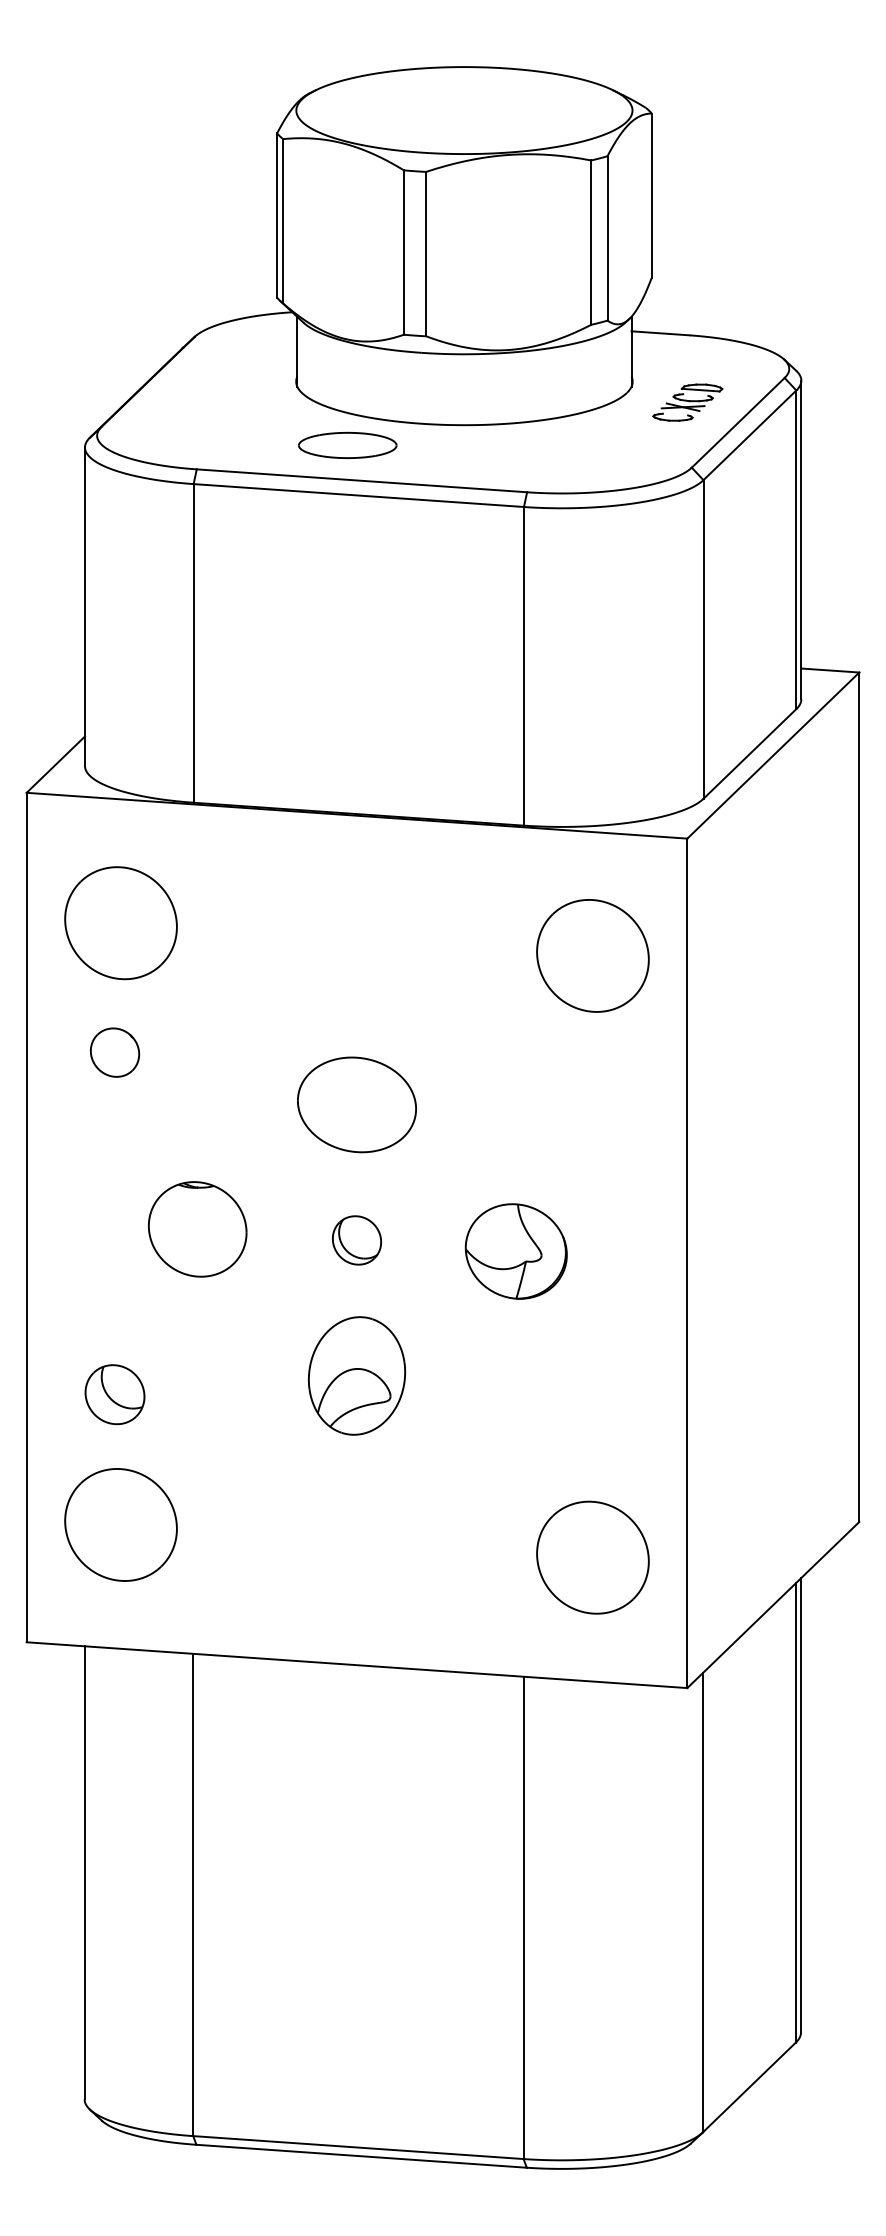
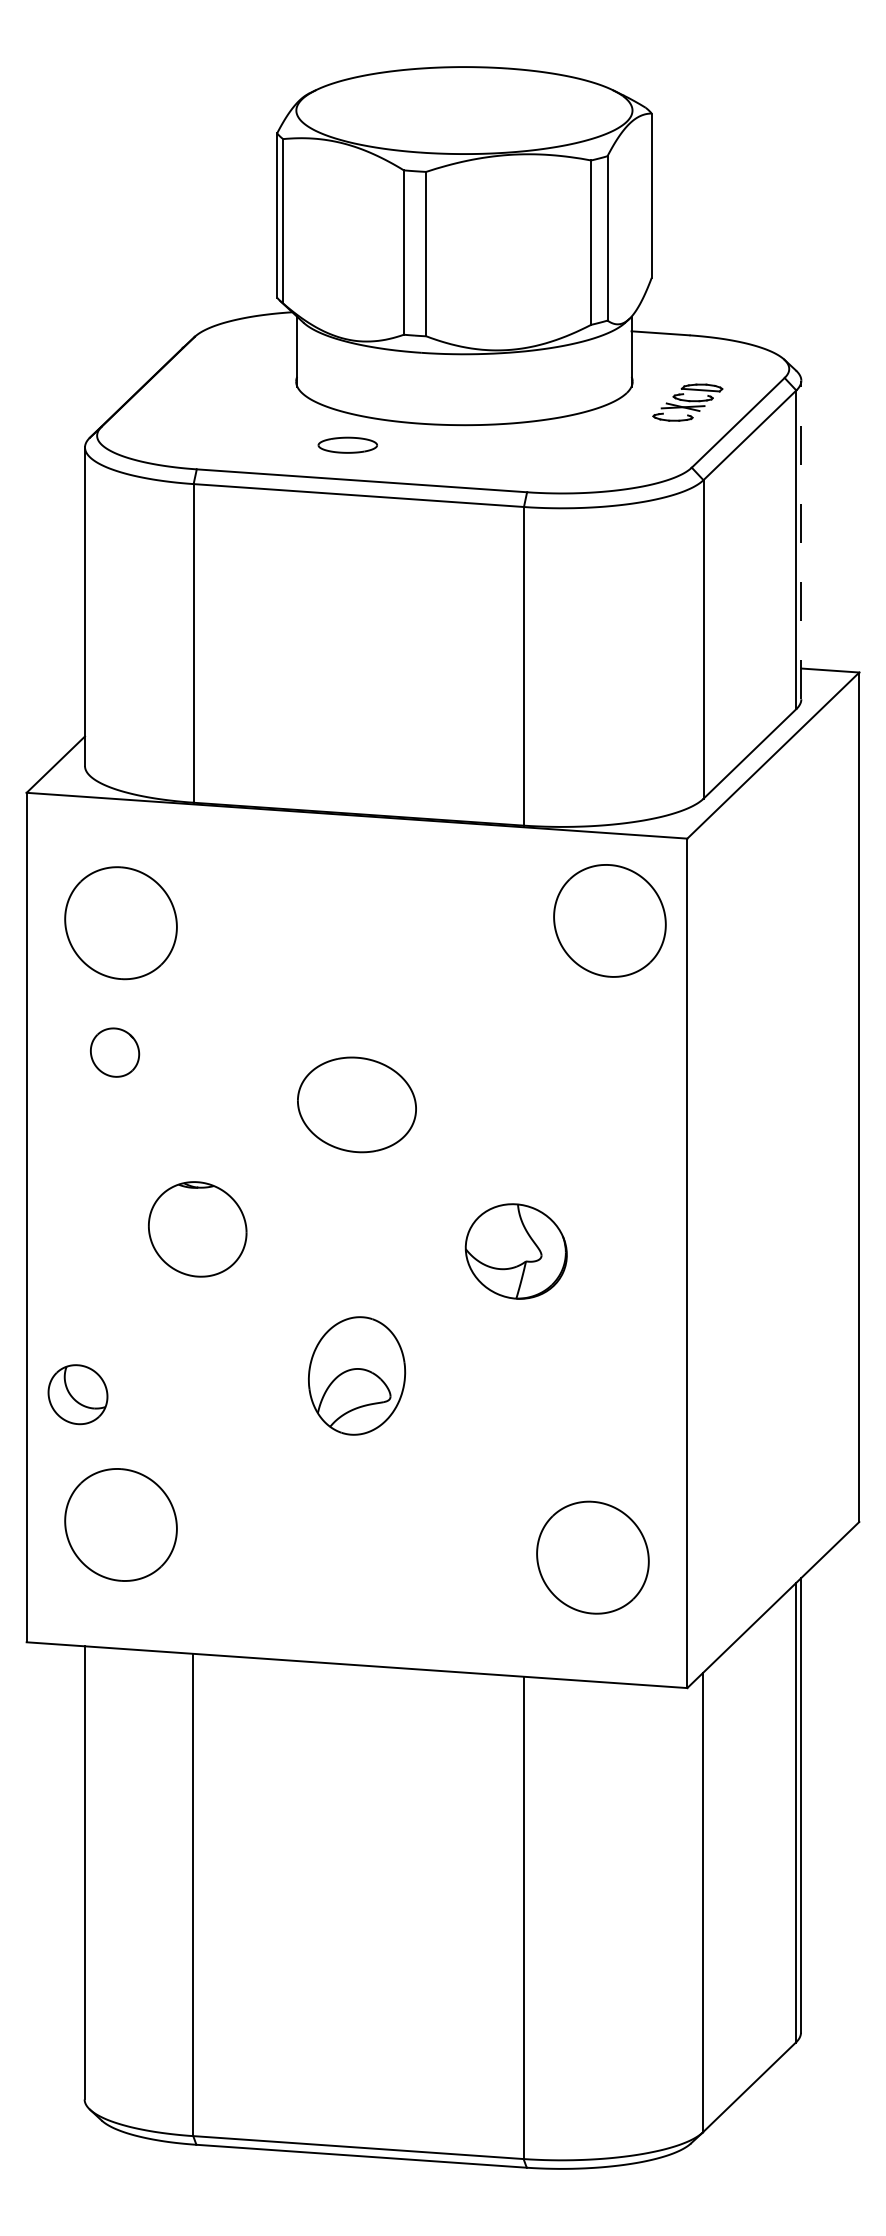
part at (347, 444) size: 100x28 px -> 61x18 px
line at (801, 539): solid -> dashed
part at (592, 955) position: (592, 955) -> (609, 920)
part at (357, 1240): present -> none
part at (114, 1394) position: (114, 1394) -> (77, 1394)
